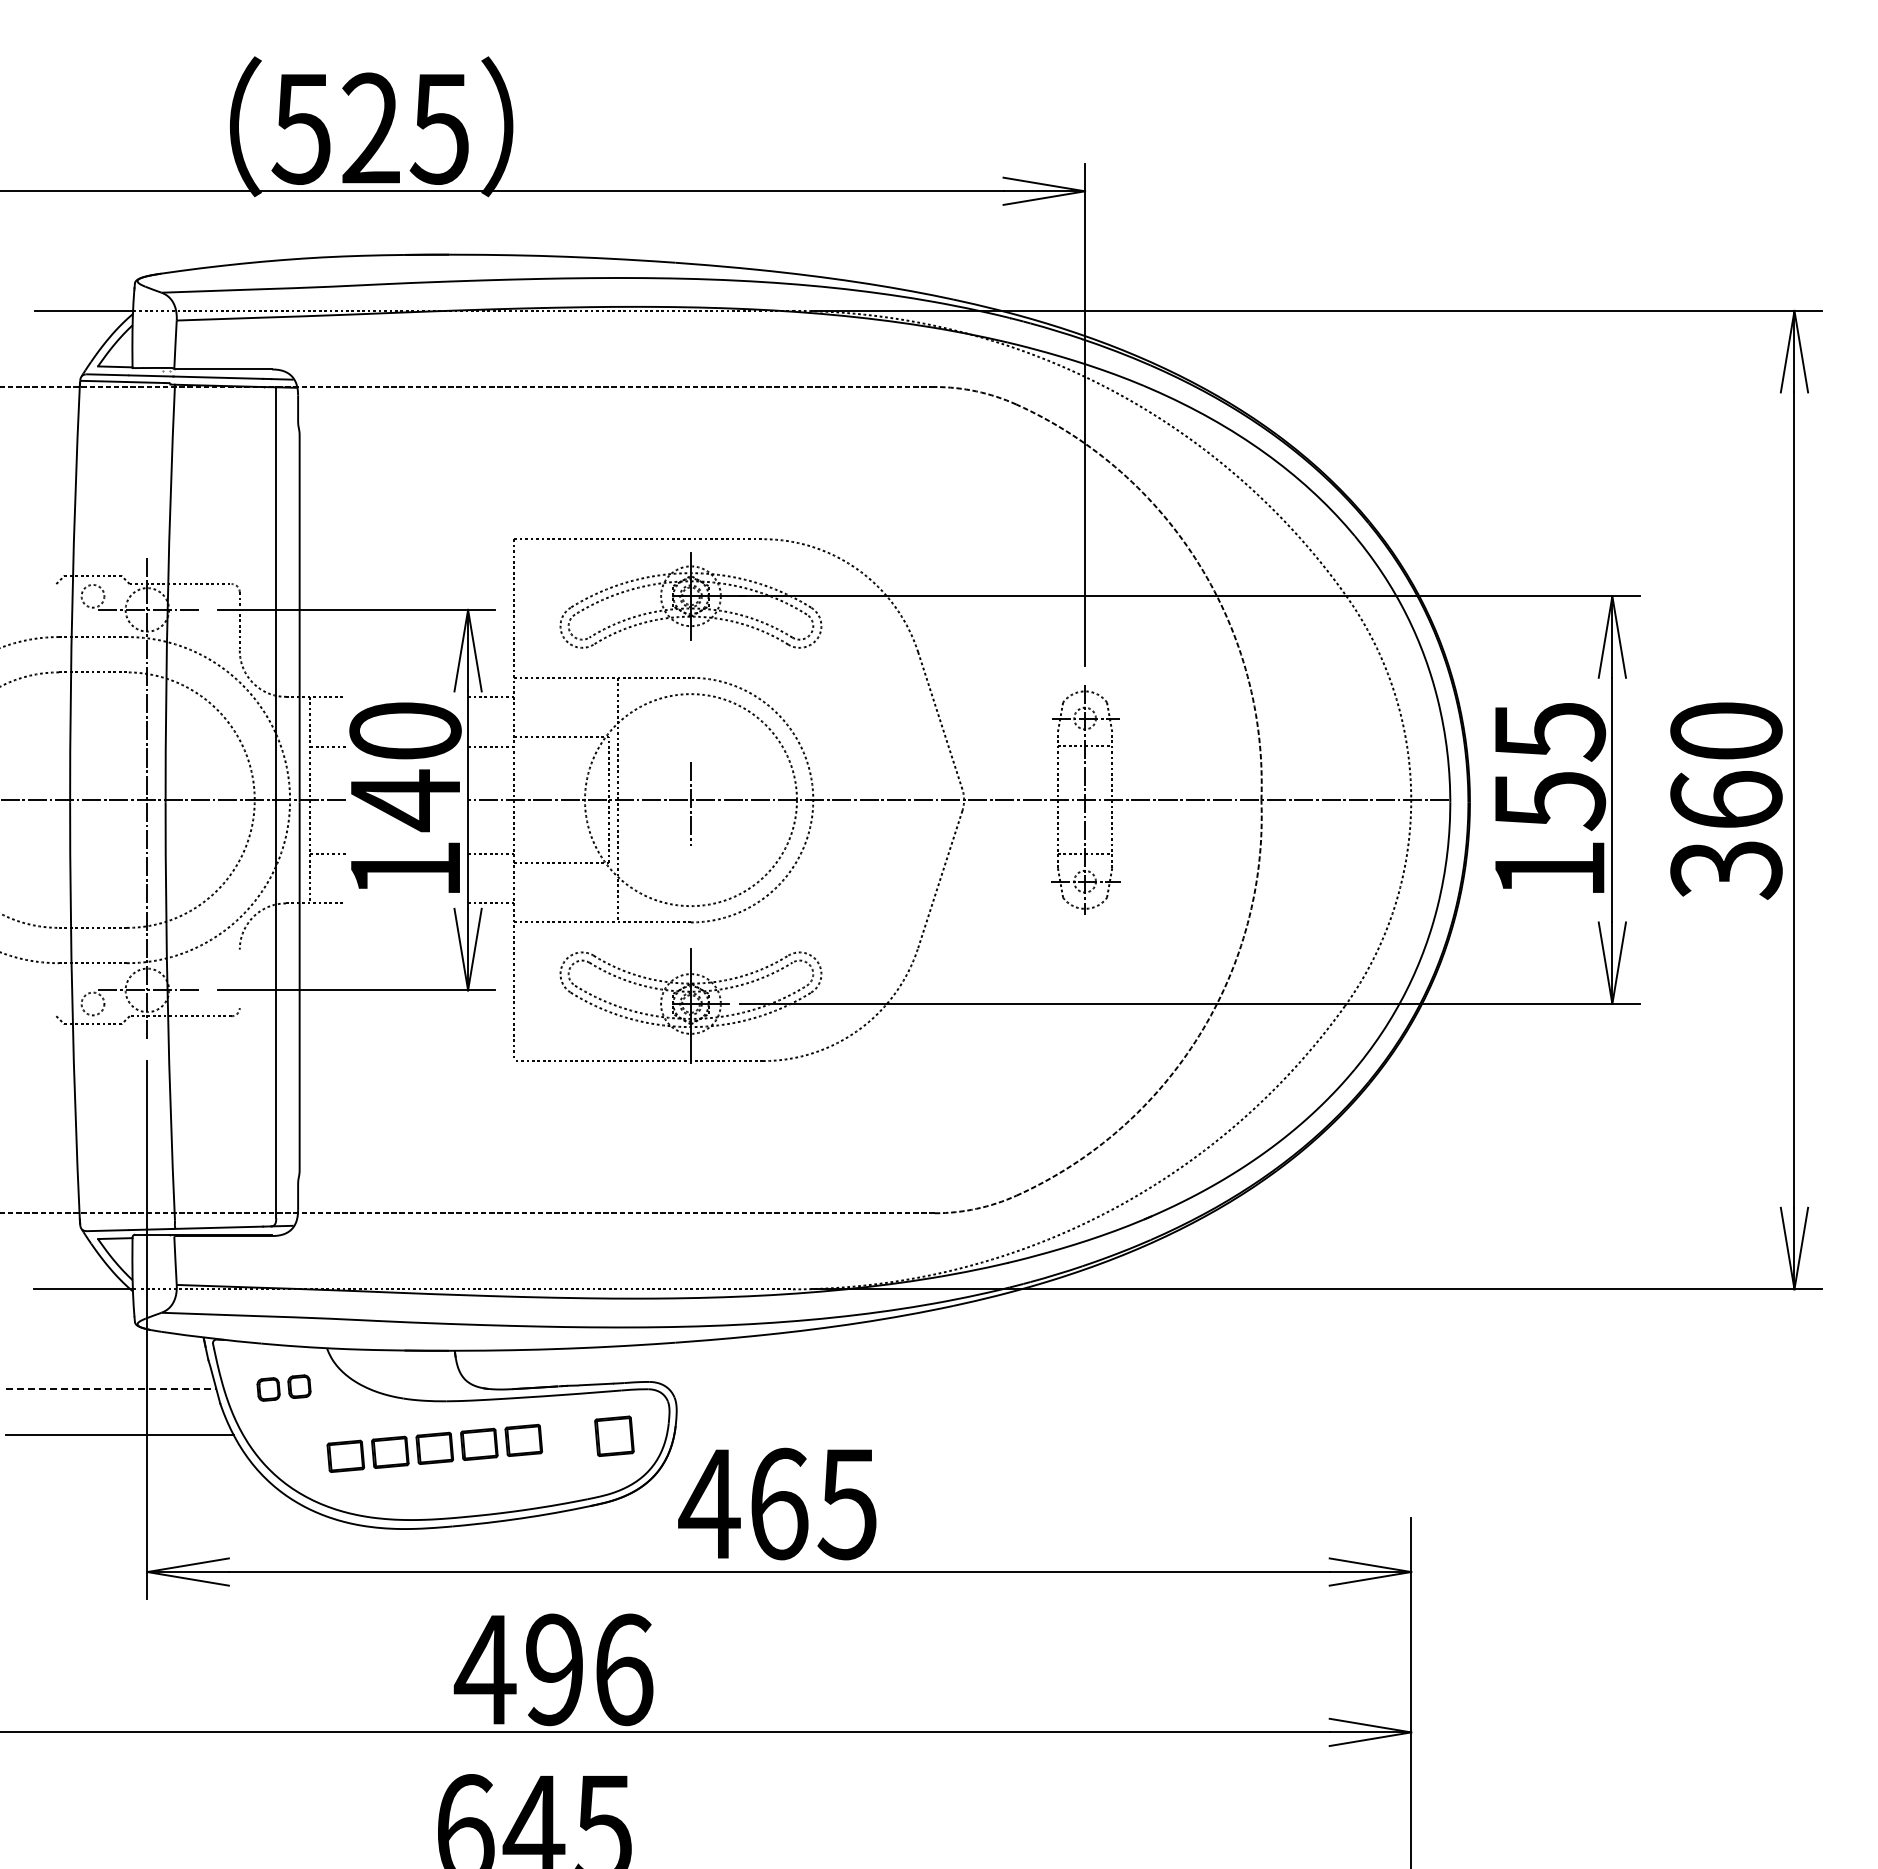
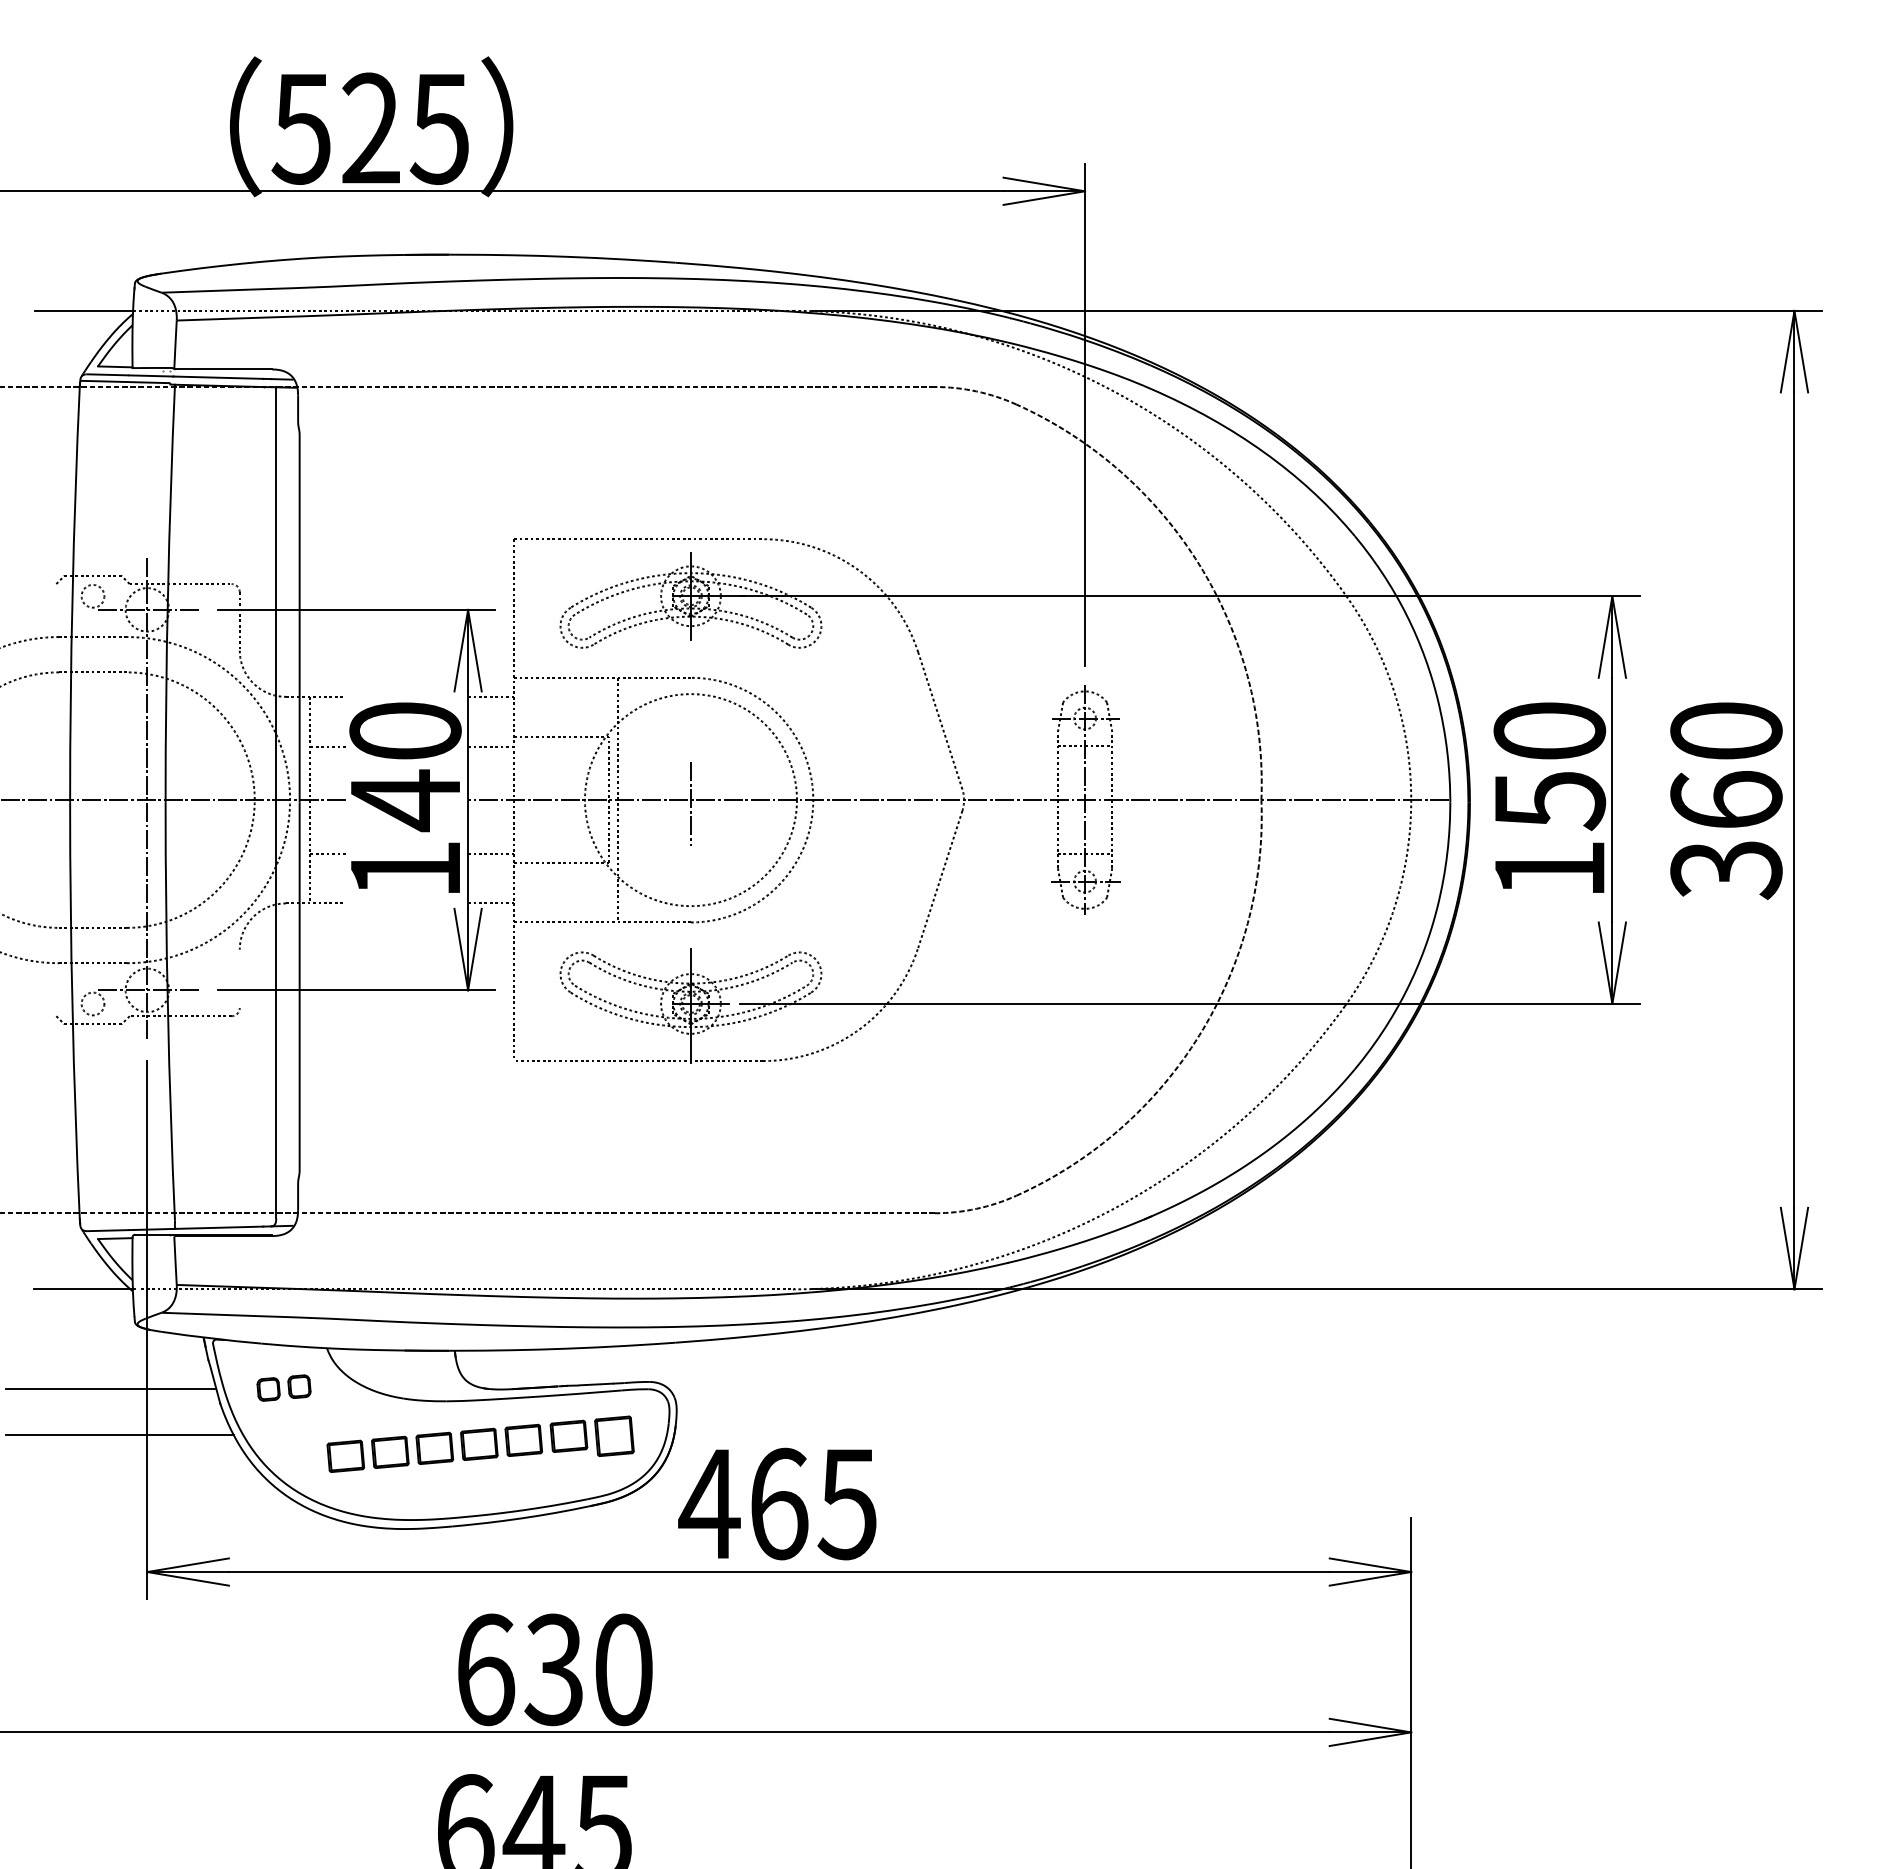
text at (1549, 731): 155 -> 150
line at (111, 1388): dashed -> solid
part at (568, 1435): none -> present
text at (553, 1669): 496 -> 630
